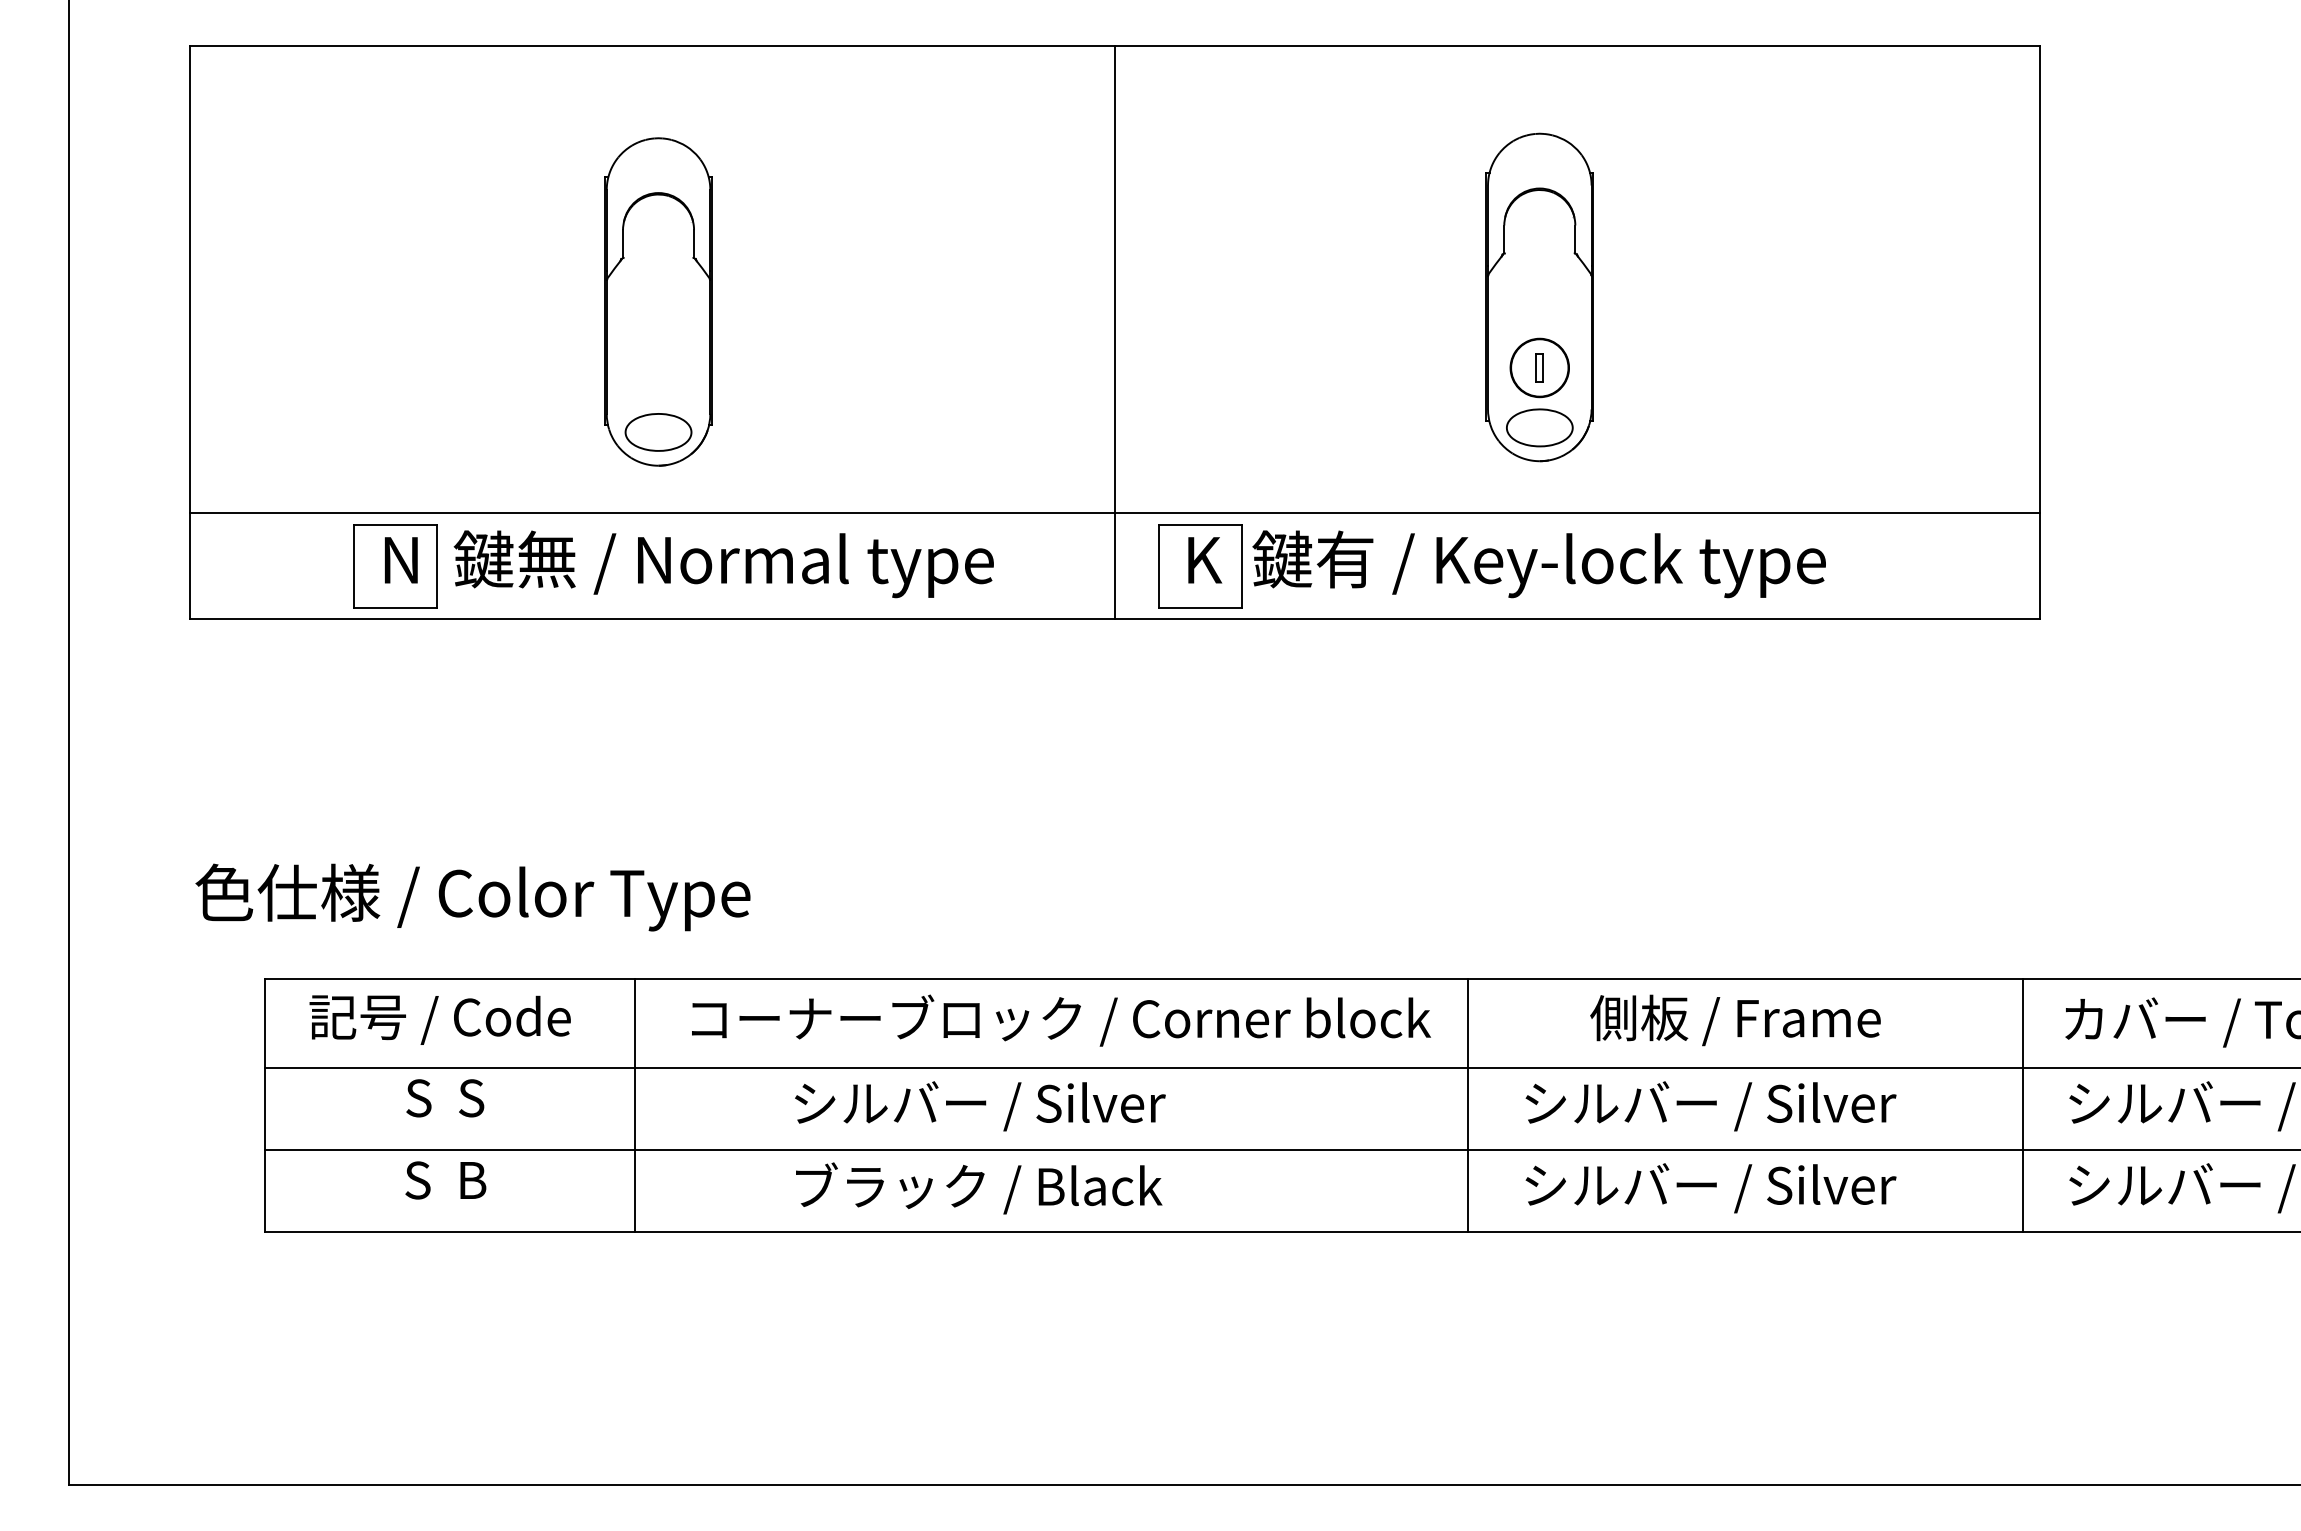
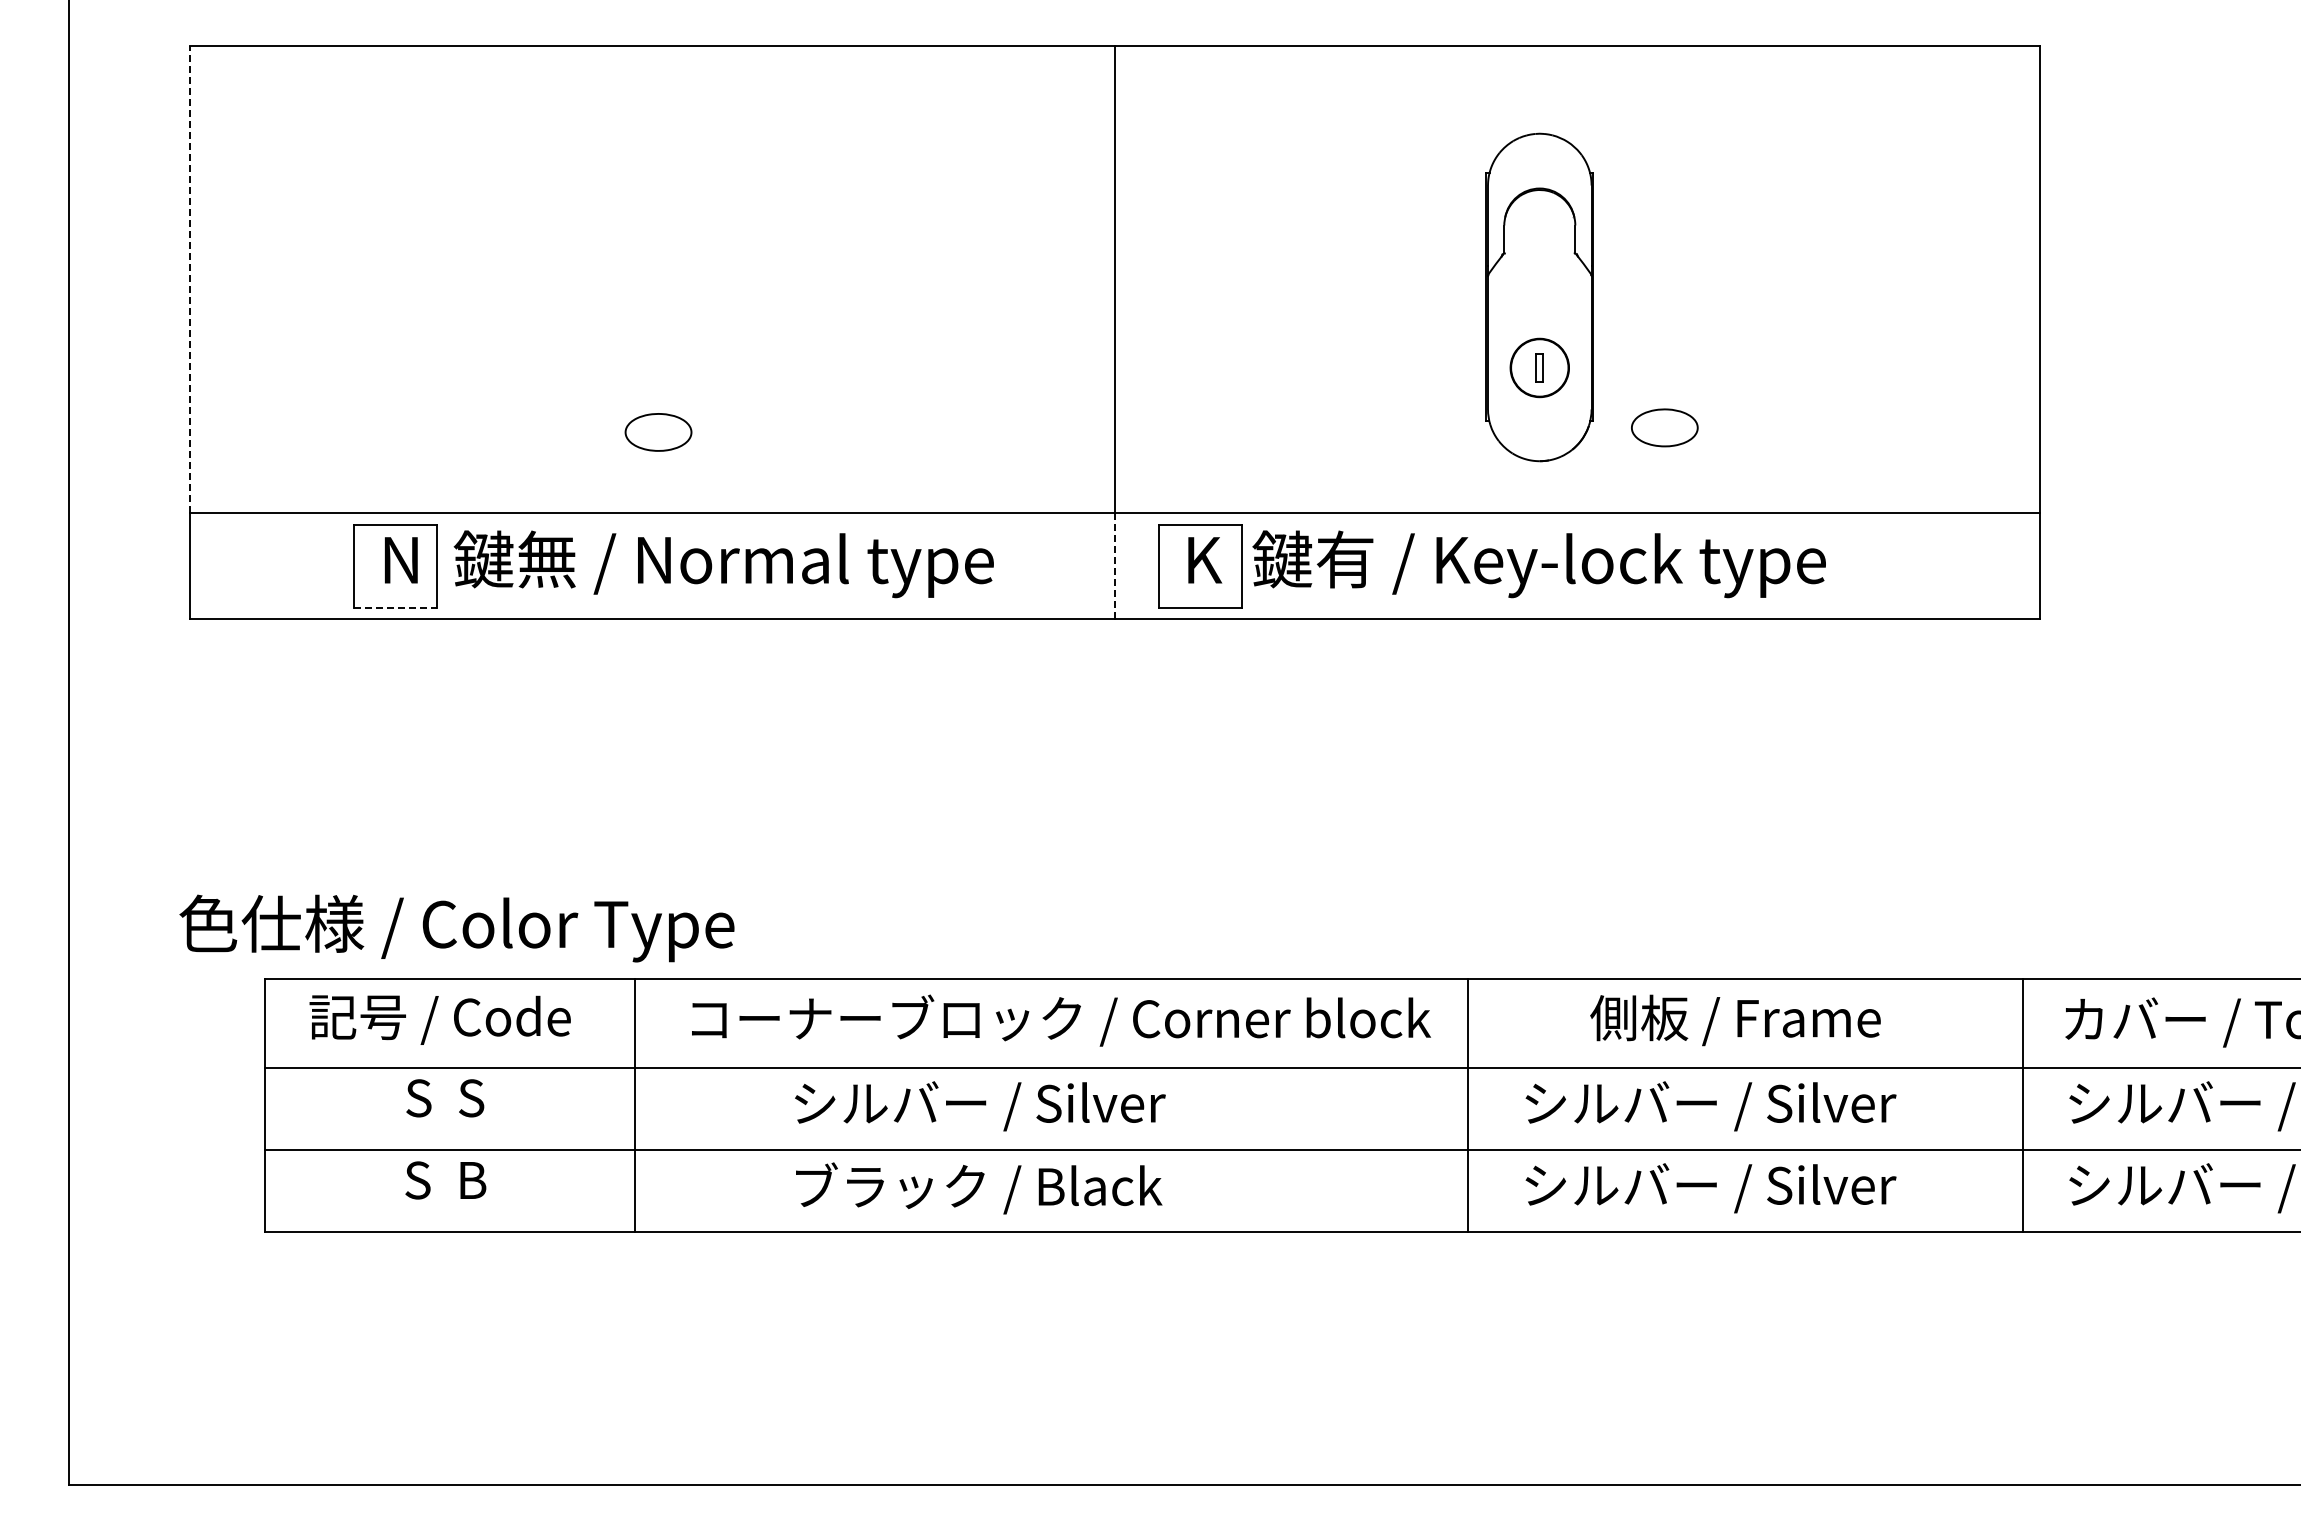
line at (189, 279): solid -> dashed
part at (658, 301): present -> none
part at (1539, 427) position: (1539, 427) -> (1664, 427)
line at (1114, 566): solid -> dashed
line at (395, 607): solid -> dashed
text at (472, 897) position: (472, 897) -> (456, 928)
